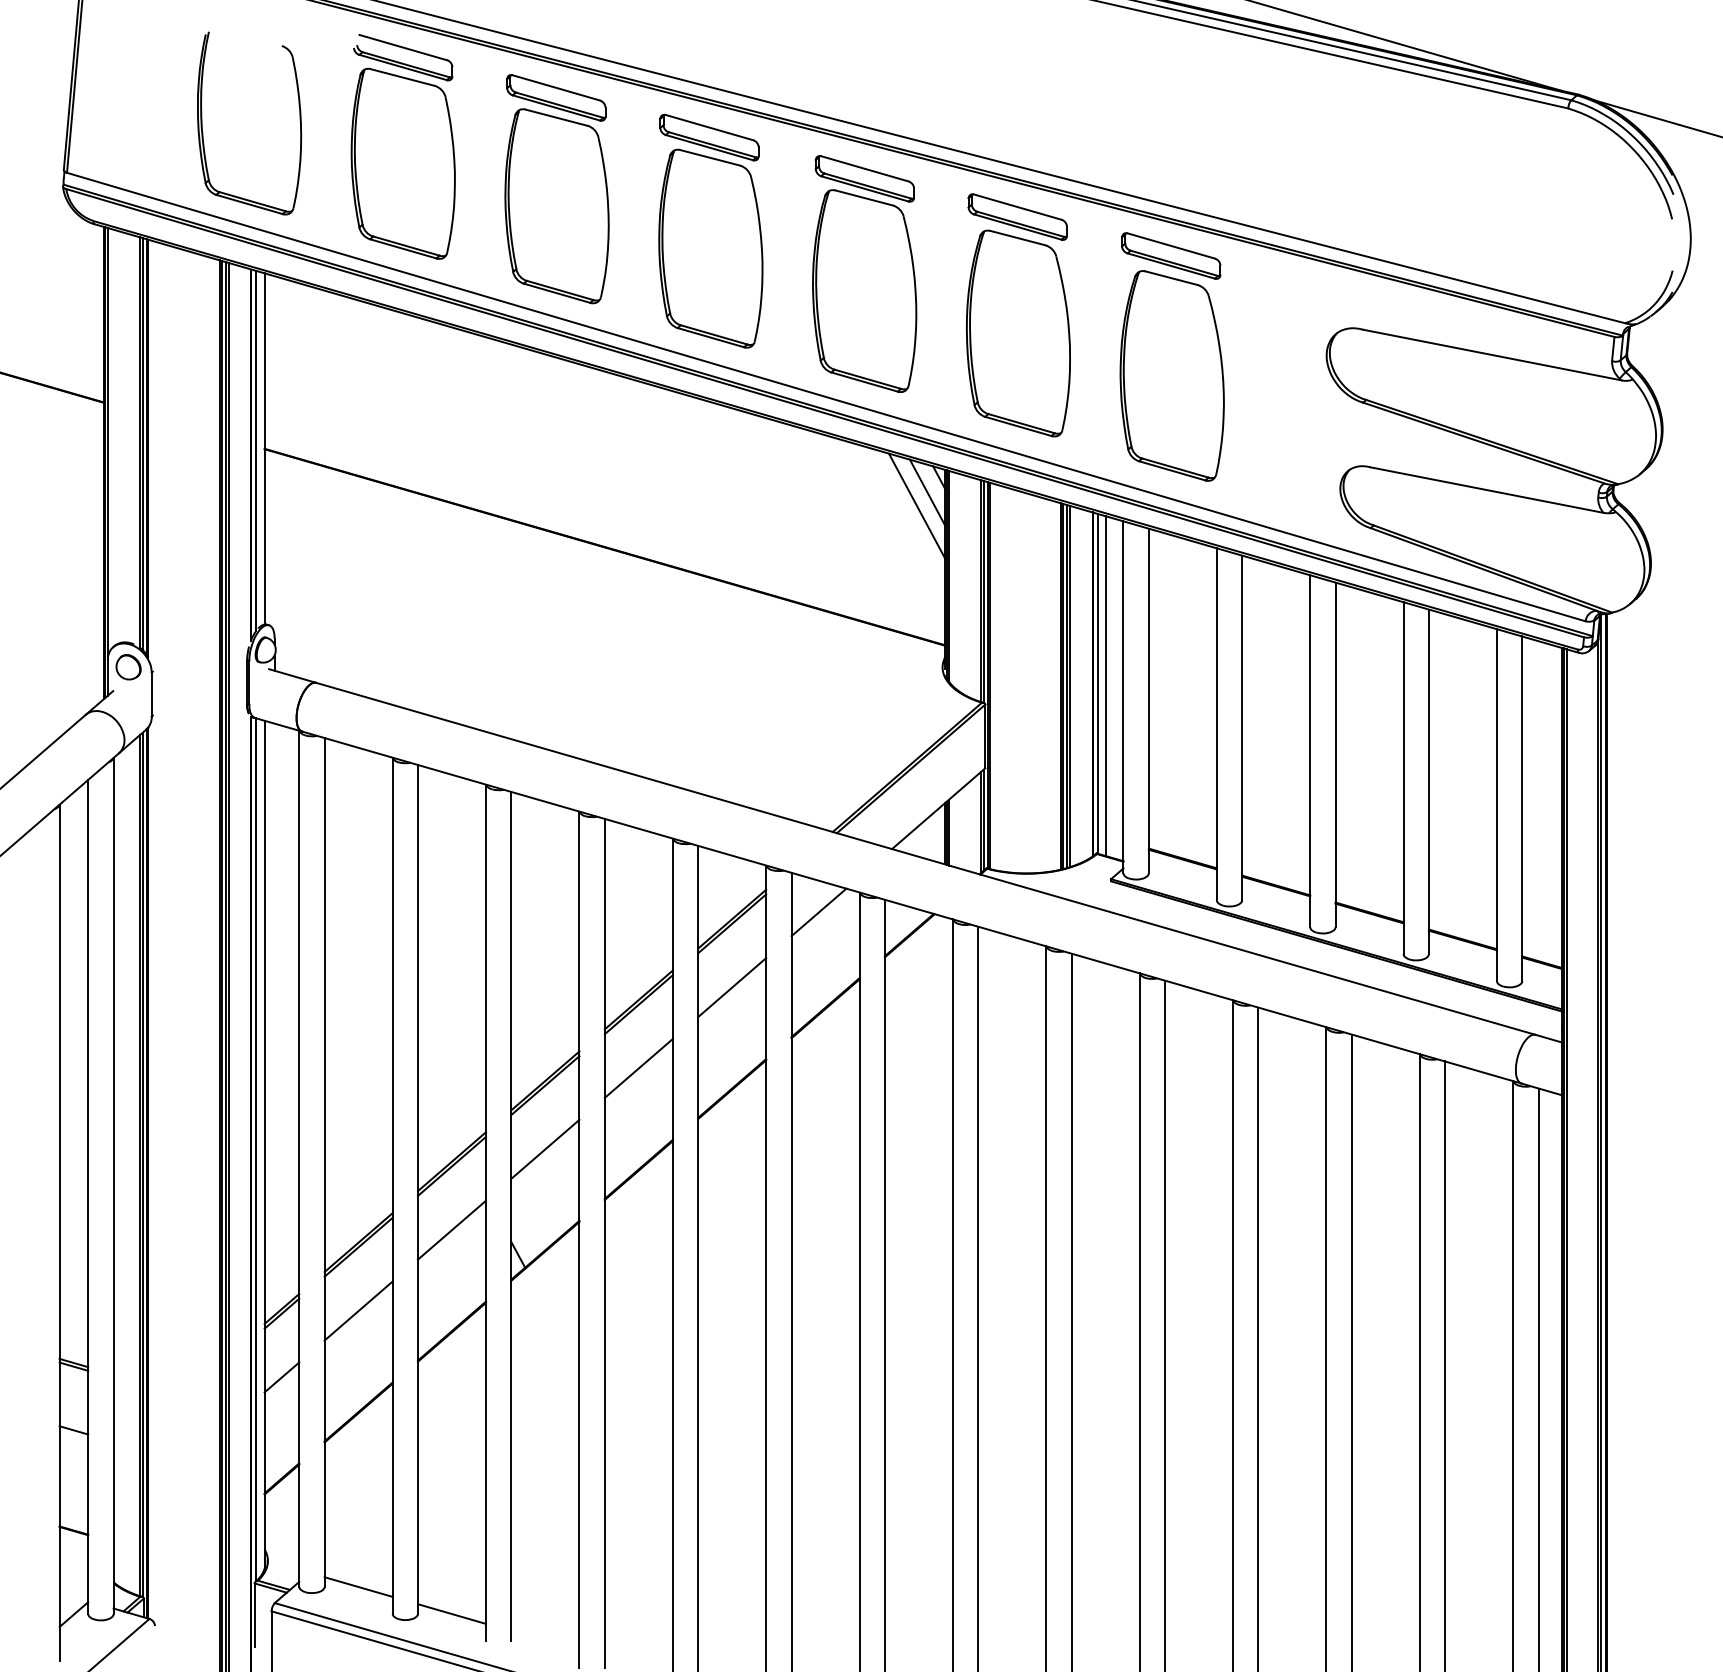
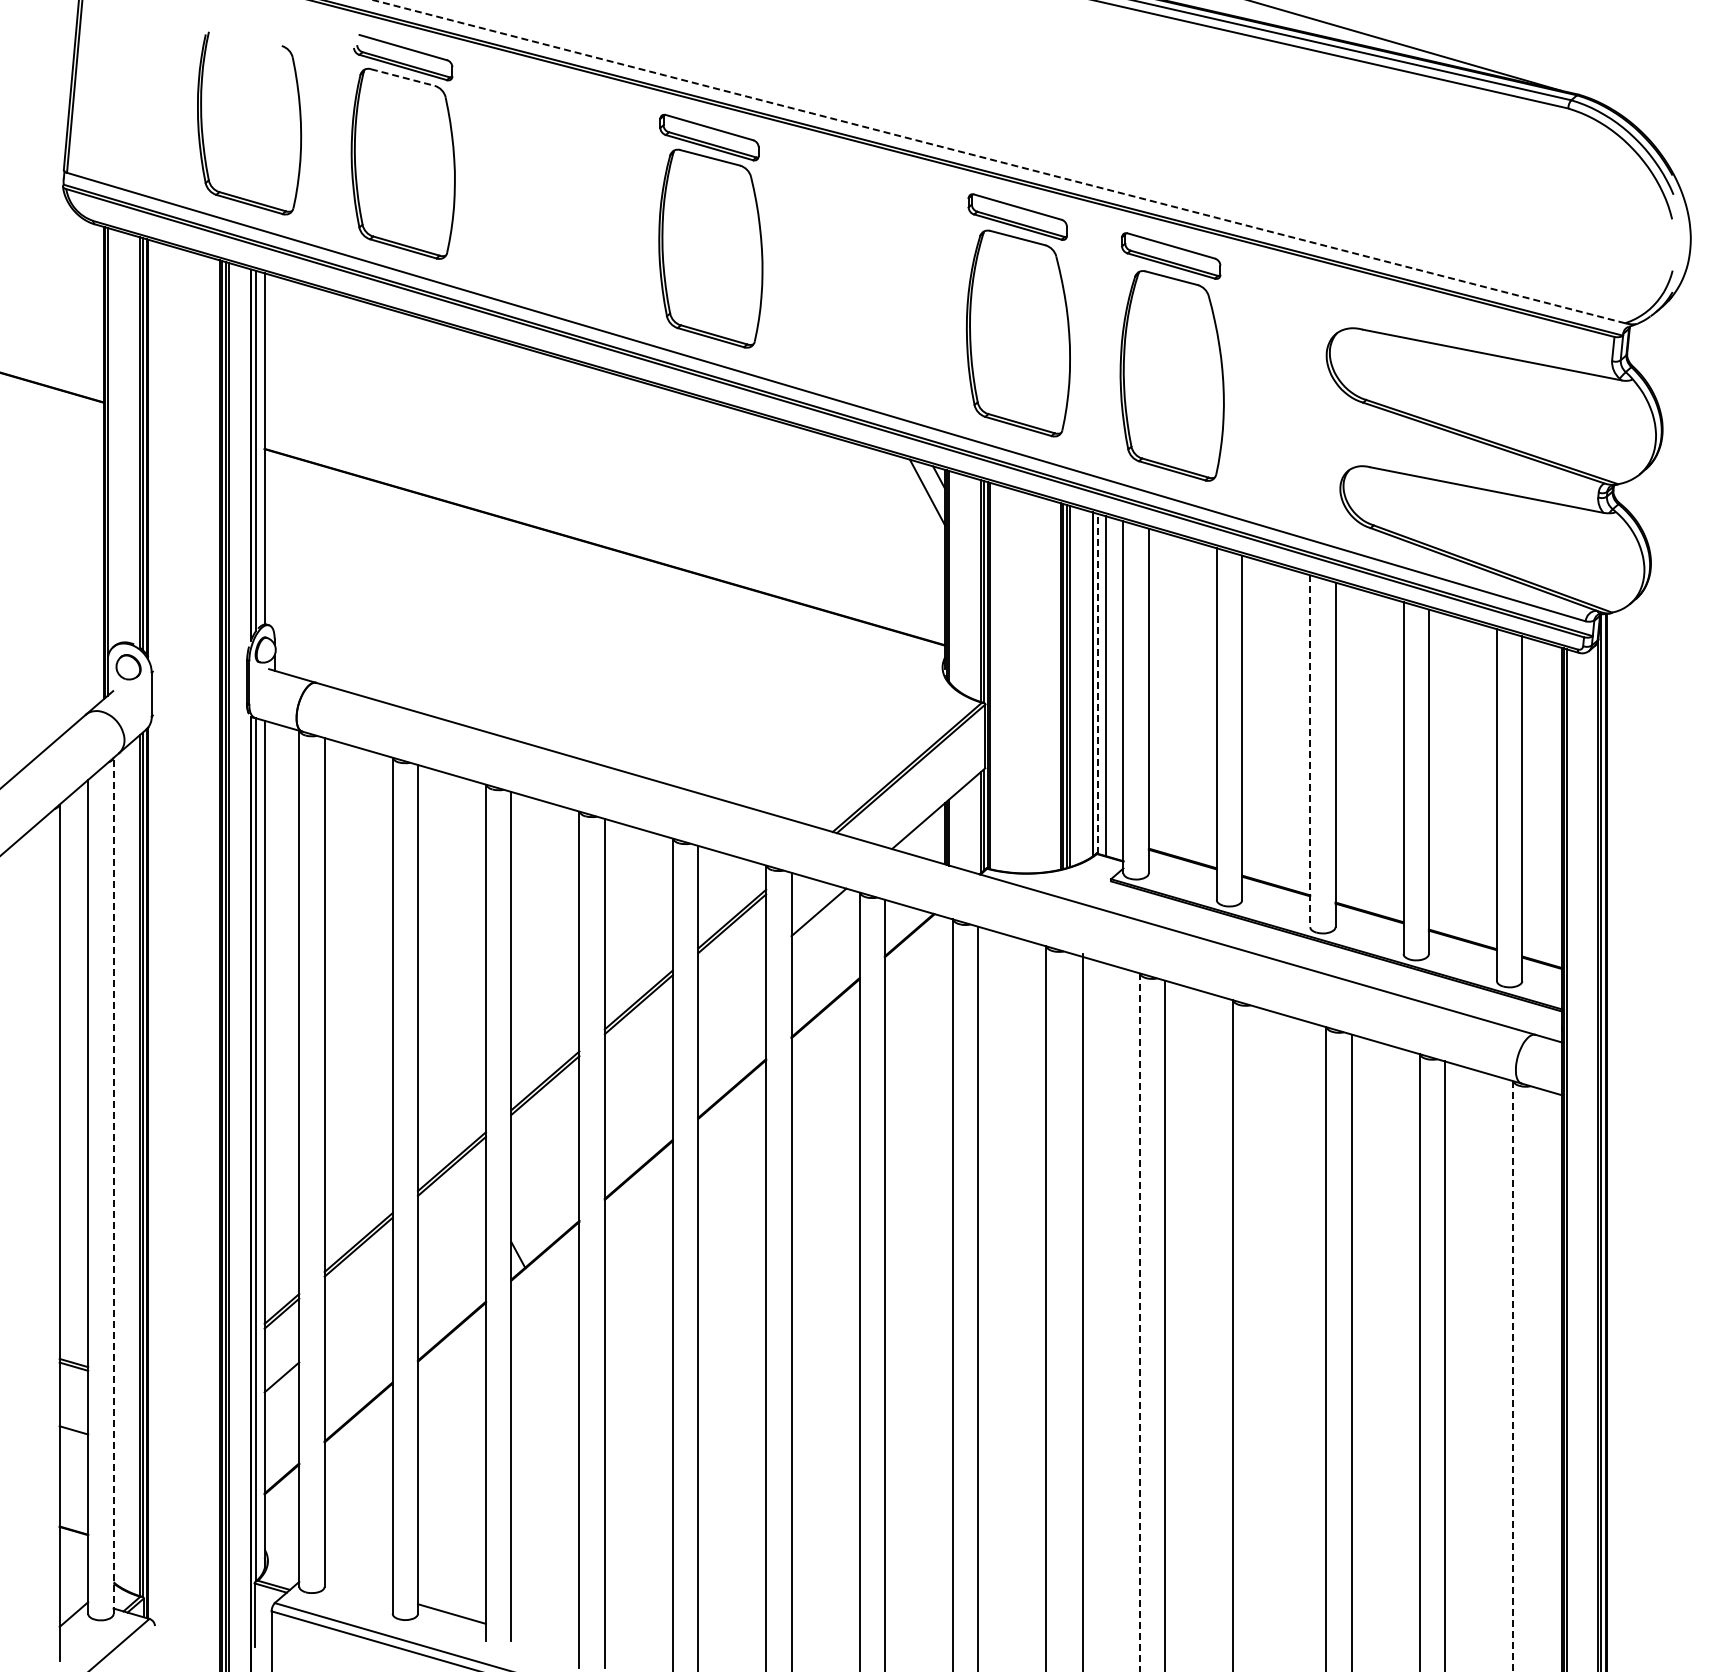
line at (402, 77): solid -> dashed
line at (1656, 118): present -> none
line at (999, 161): solid -> dashed
part at (556, 189): present -> none
part at (864, 273): present -> none
line at (916, 505): present -> none
line at (1097, 683): solid -> dashed
line at (1310, 751): solid -> dashed
line at (732, 987): present -> none
line at (638, 1068): present -> none
line at (545, 1148): present -> none
line at (113, 1185): solid -> dashed
line at (451, 1229): present -> none
line at (358, 1310): present -> none
line at (1071, 1310) position: (1071, 1310) -> (1082, 1310)
line at (1139, 1322): solid -> dashed
line at (1258, 1337): present -> none
line at (1513, 1376): solid -> dashed
line at (1538, 1378): present -> none
line at (358, 1586): present -> none
